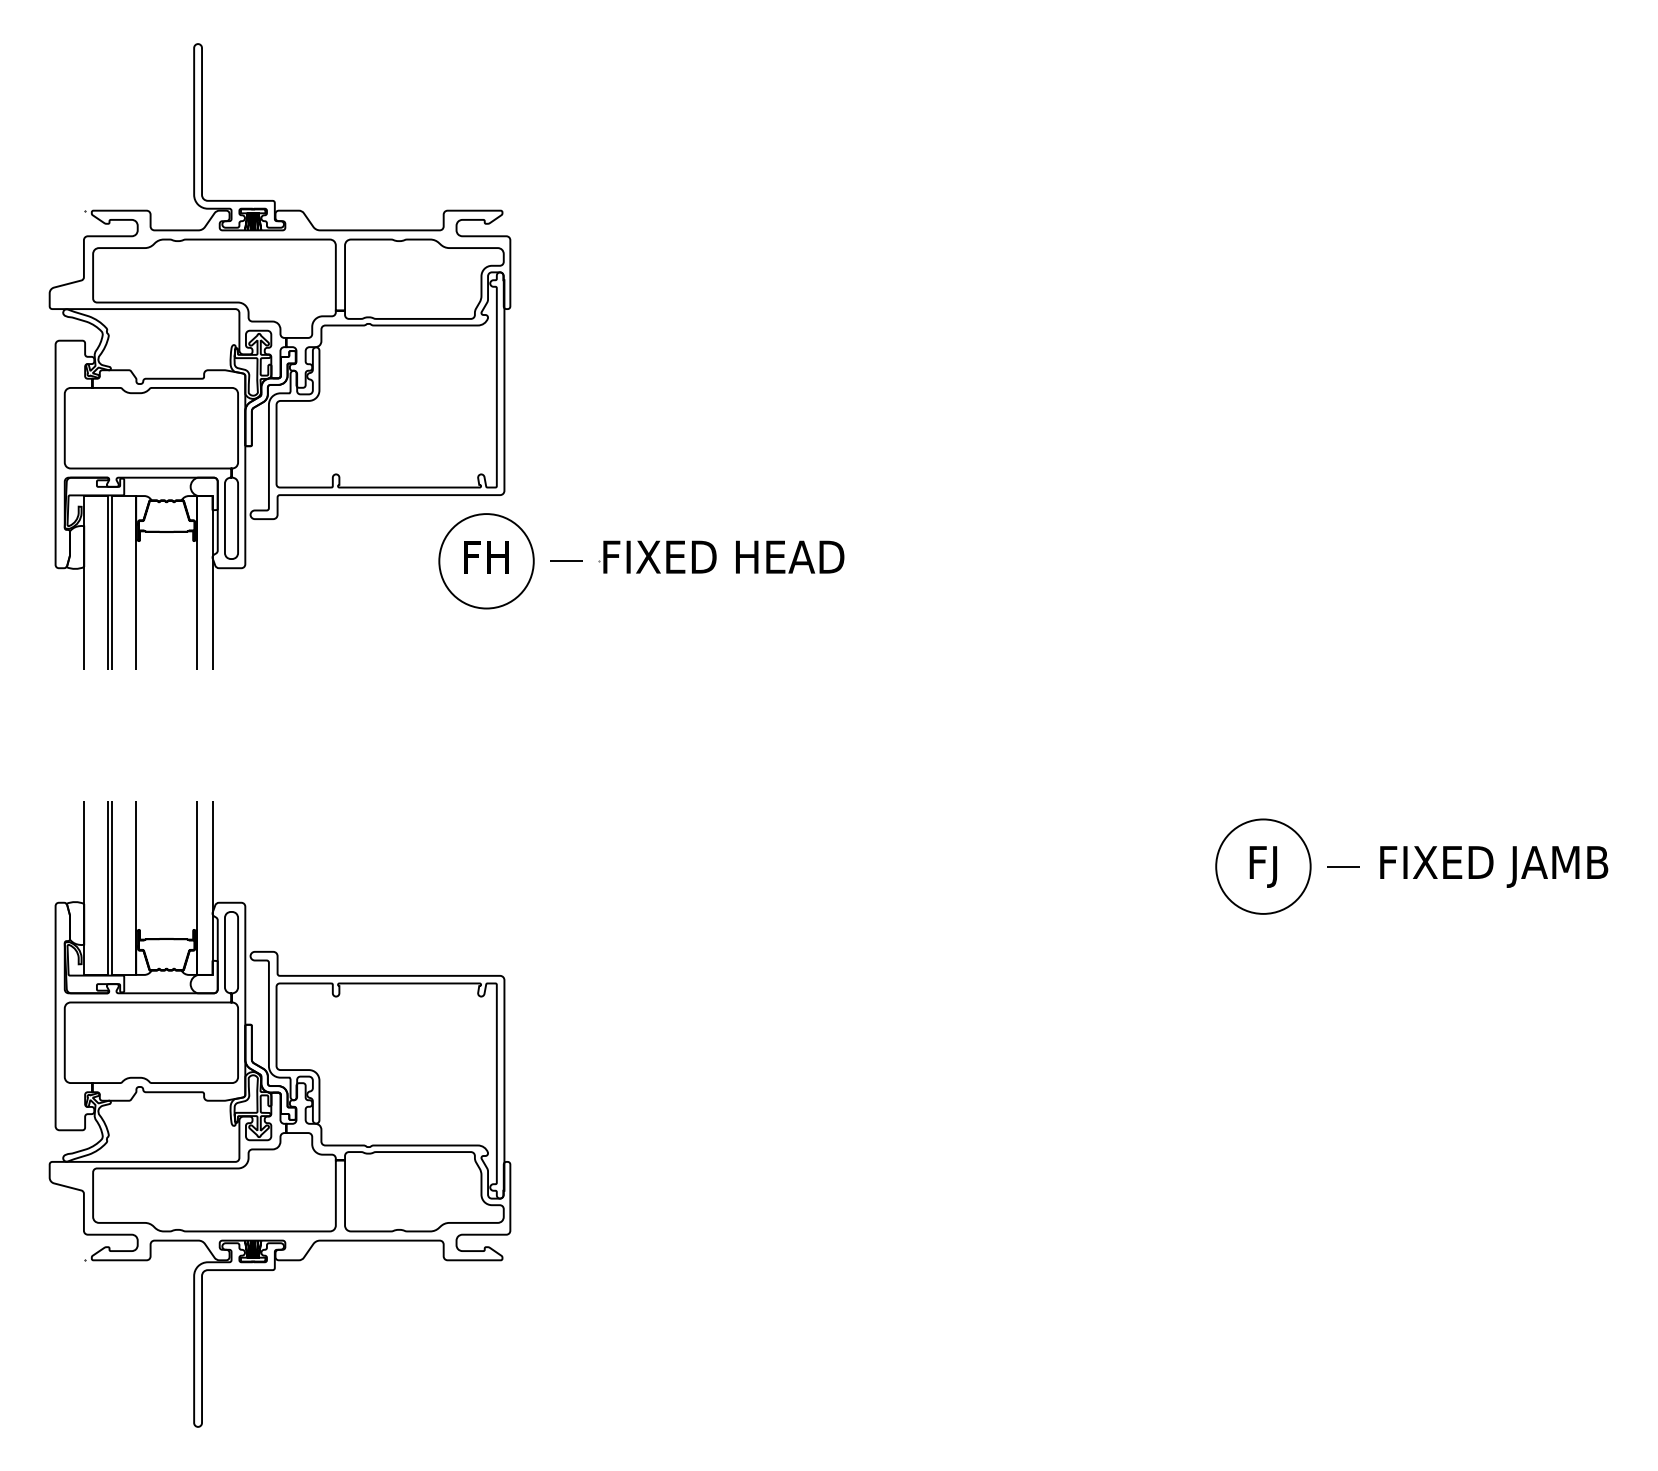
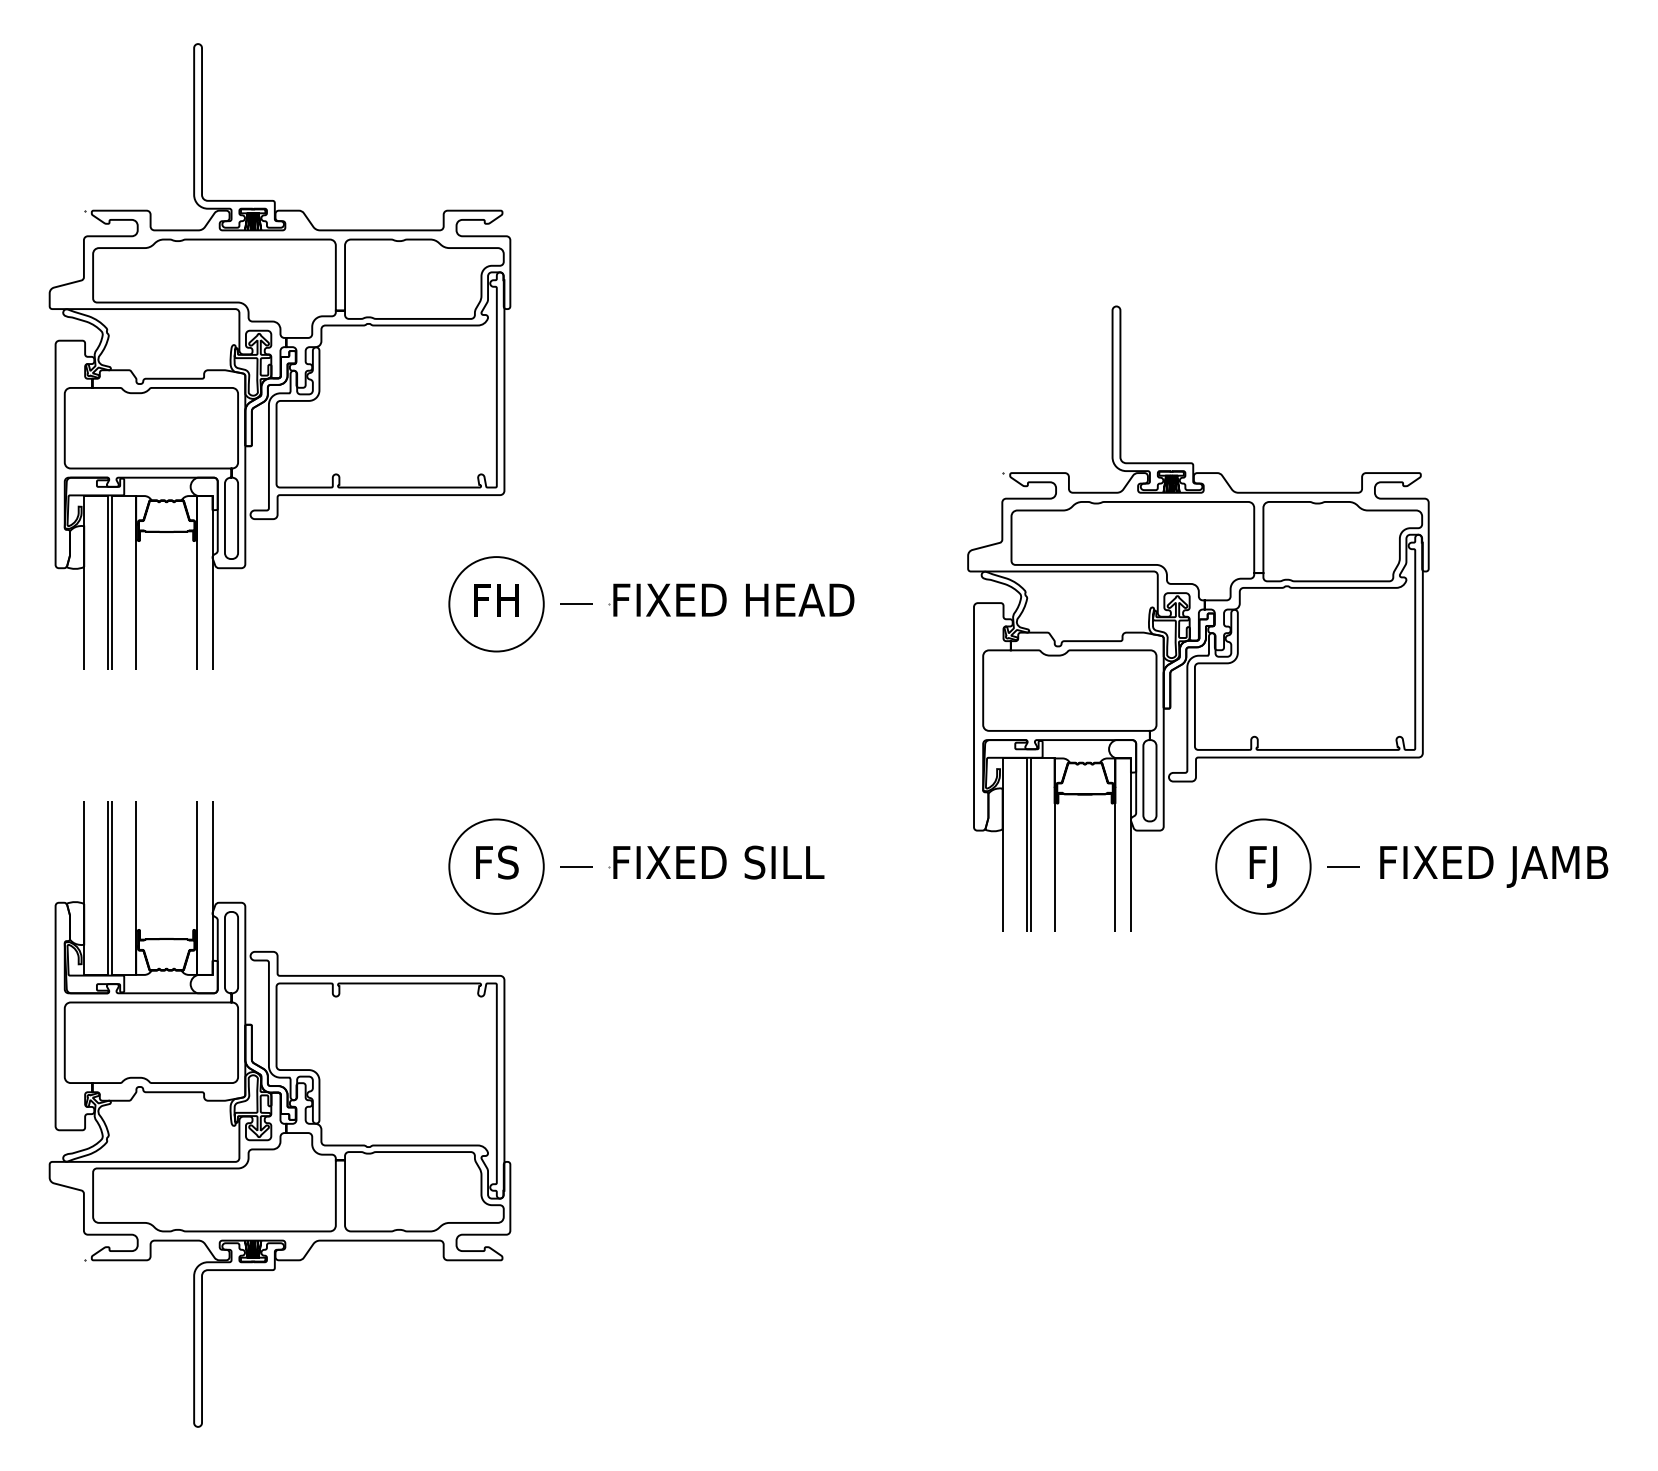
part at (641, 561) position: (641, 561) -> (651, 604)
part at (1198, 618): none -> present
part at (636, 866): none -> present
